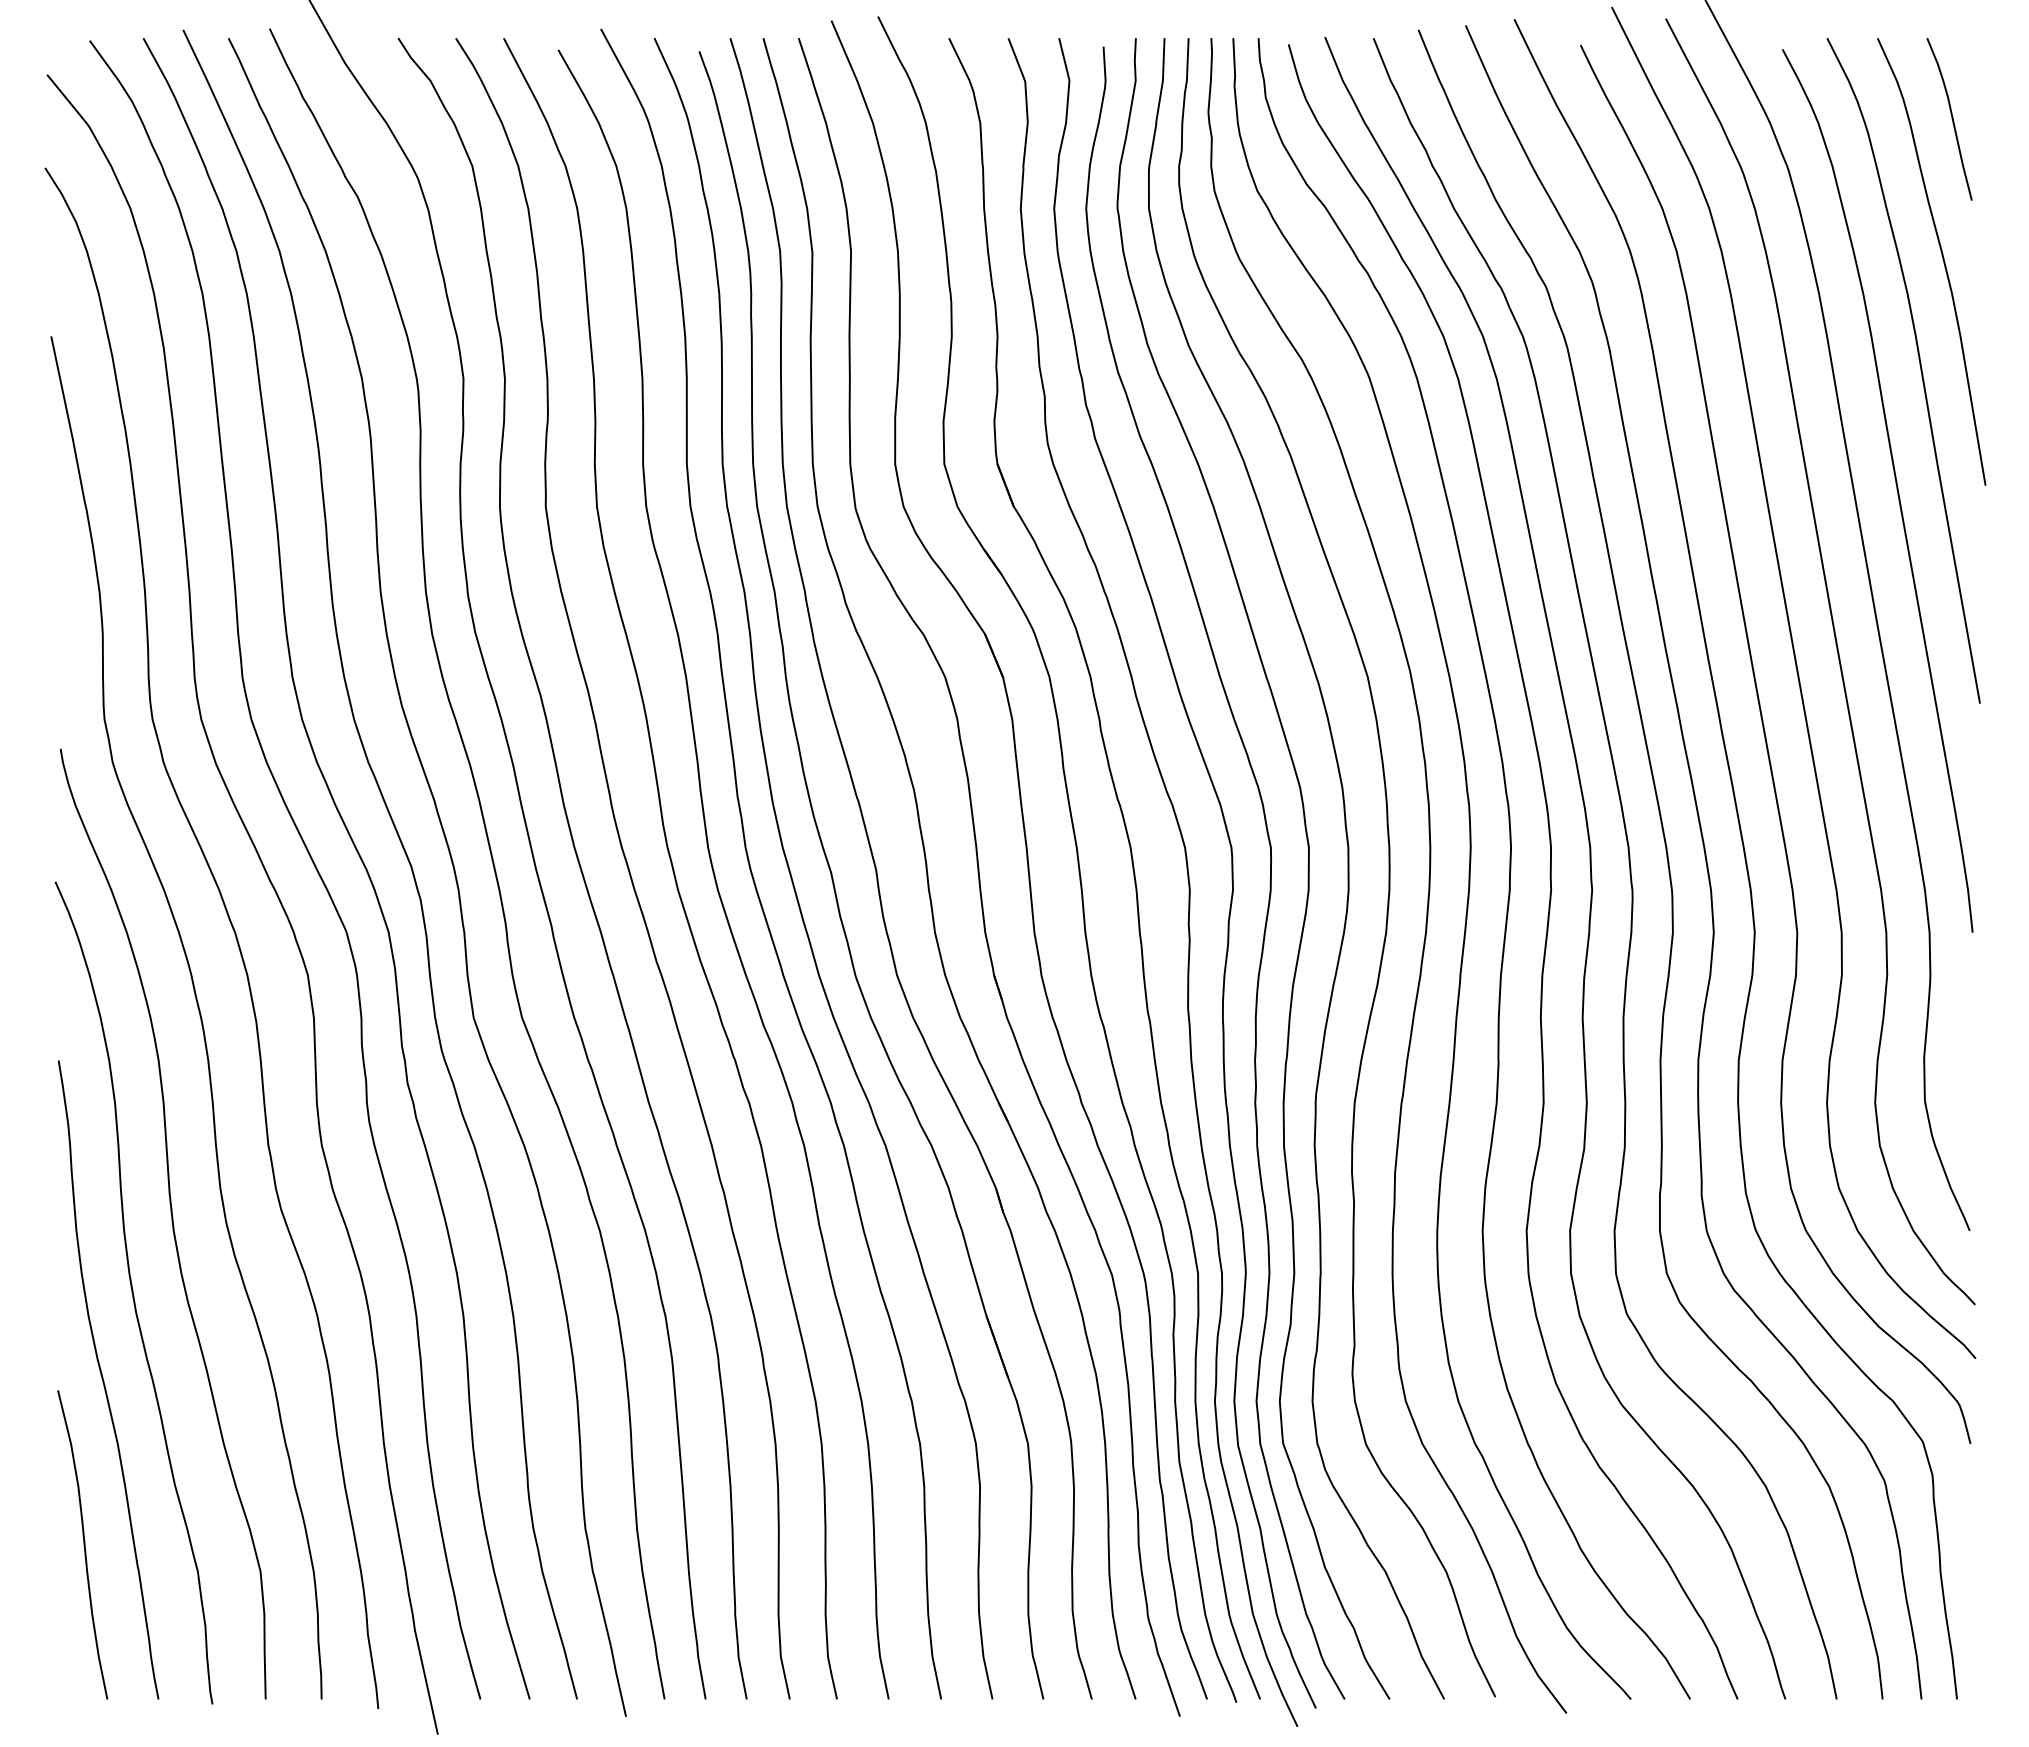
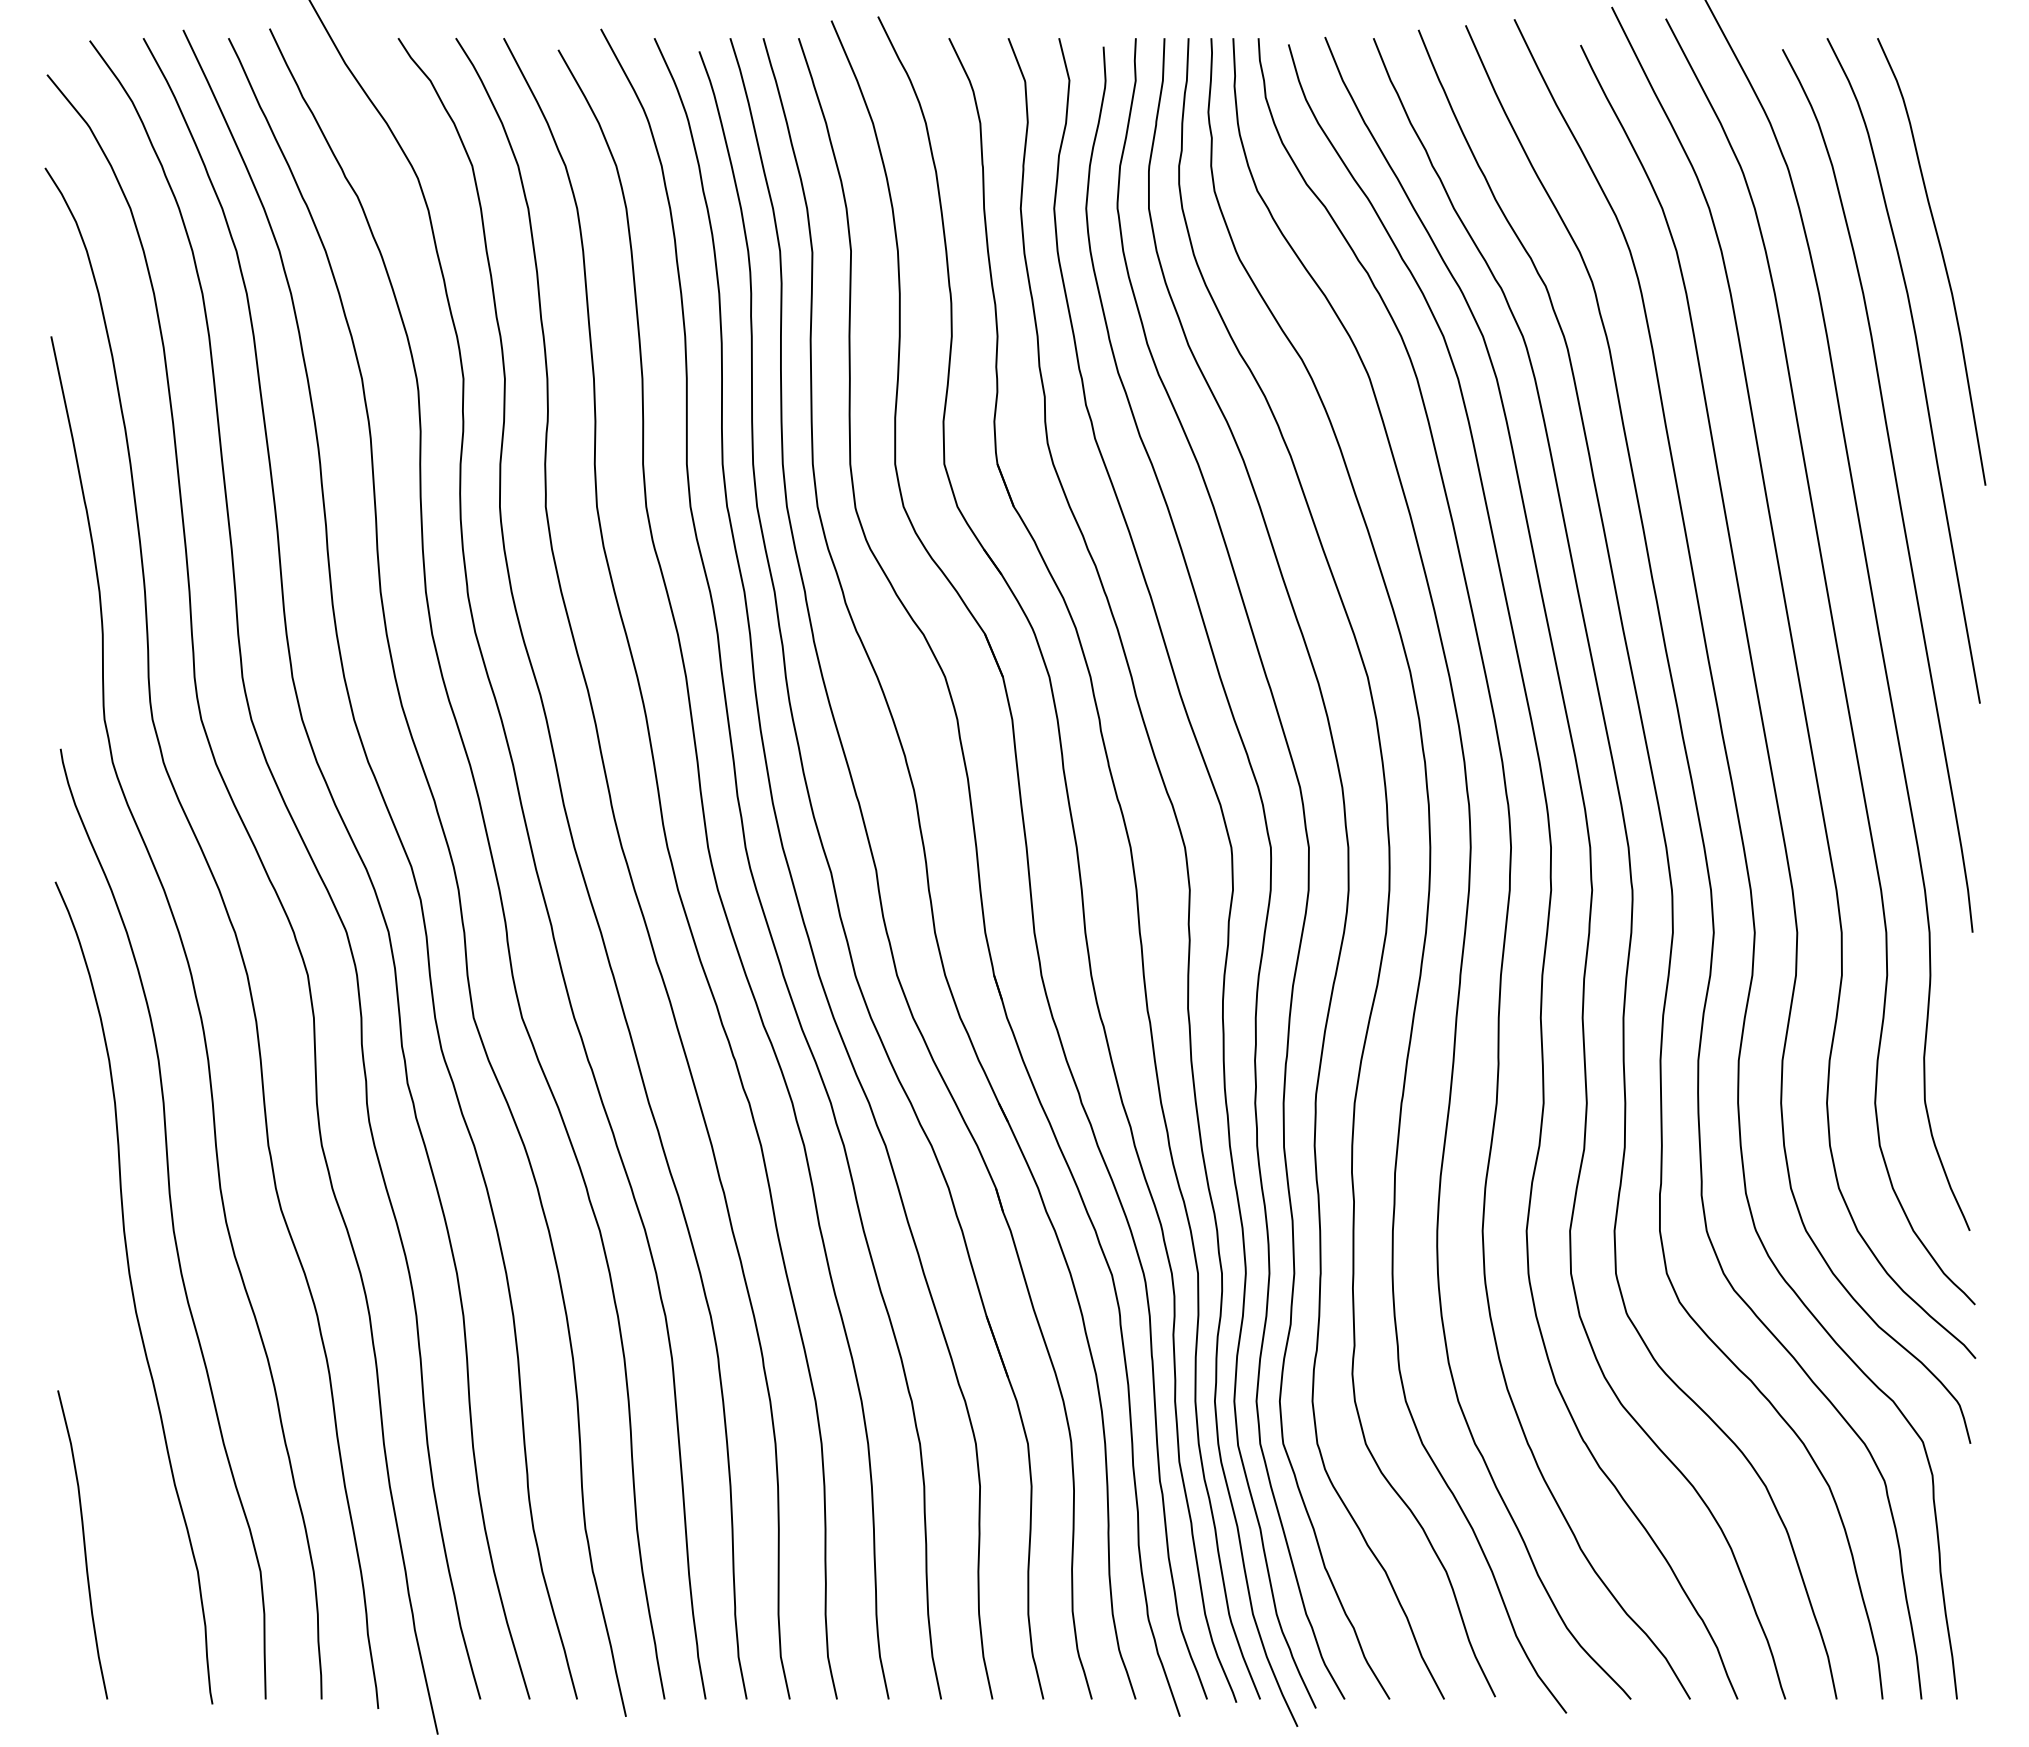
curve at (1951, 118): present -> none
curve at (104, 1381): present -> none
